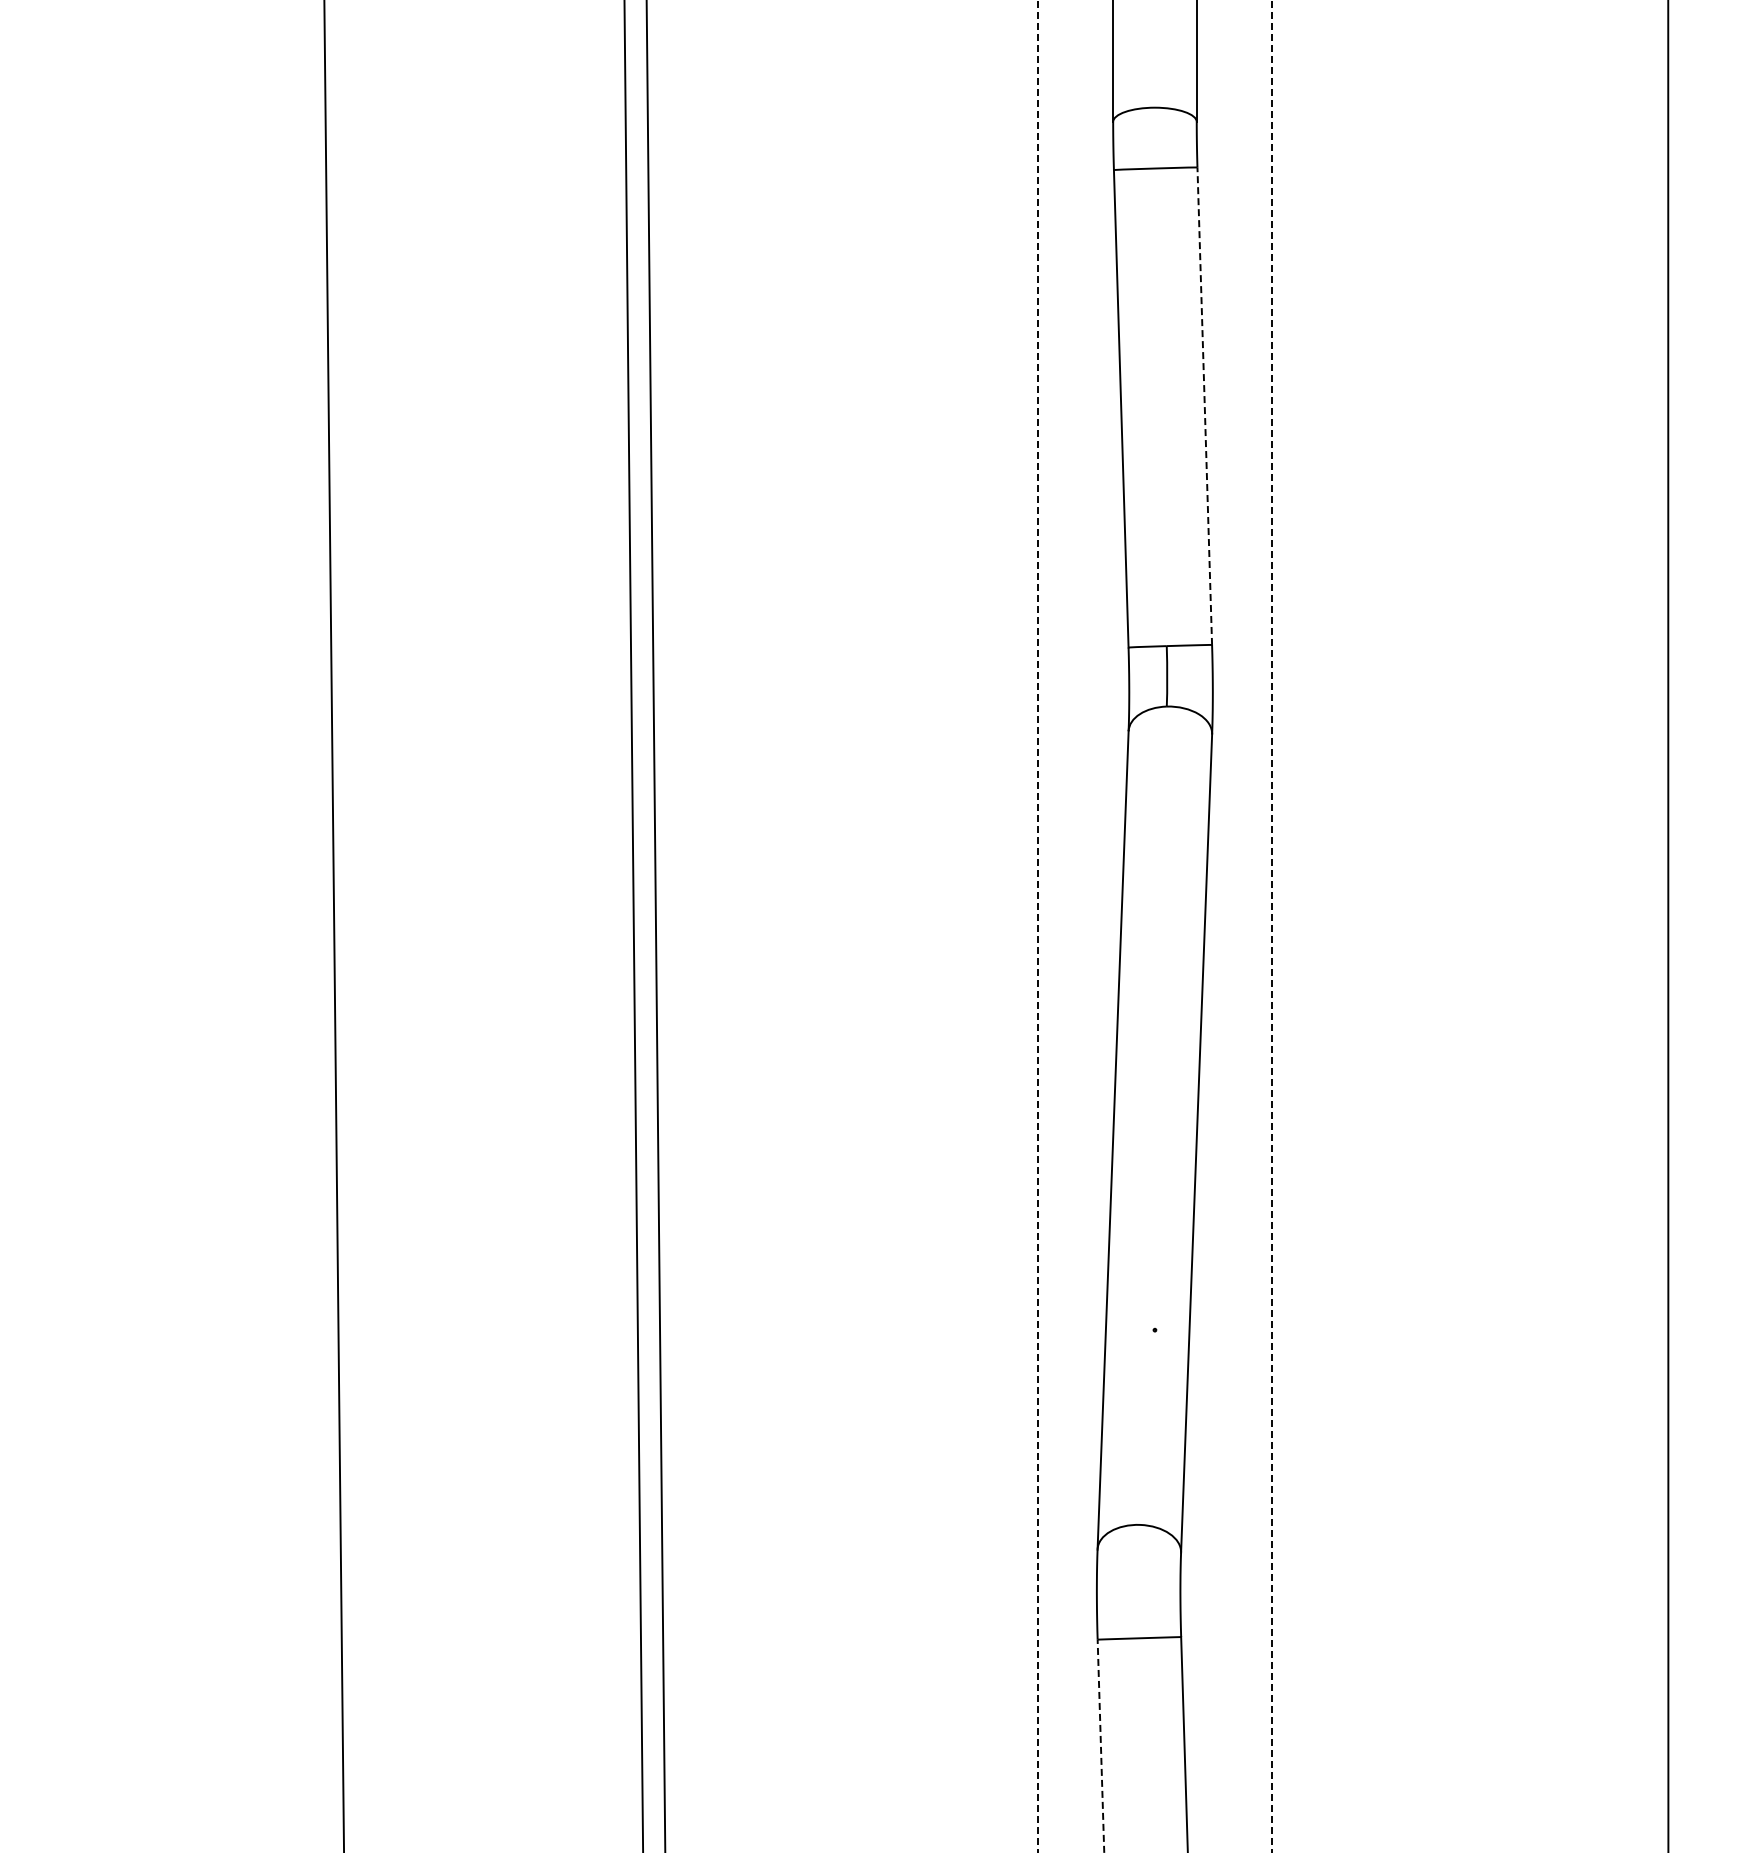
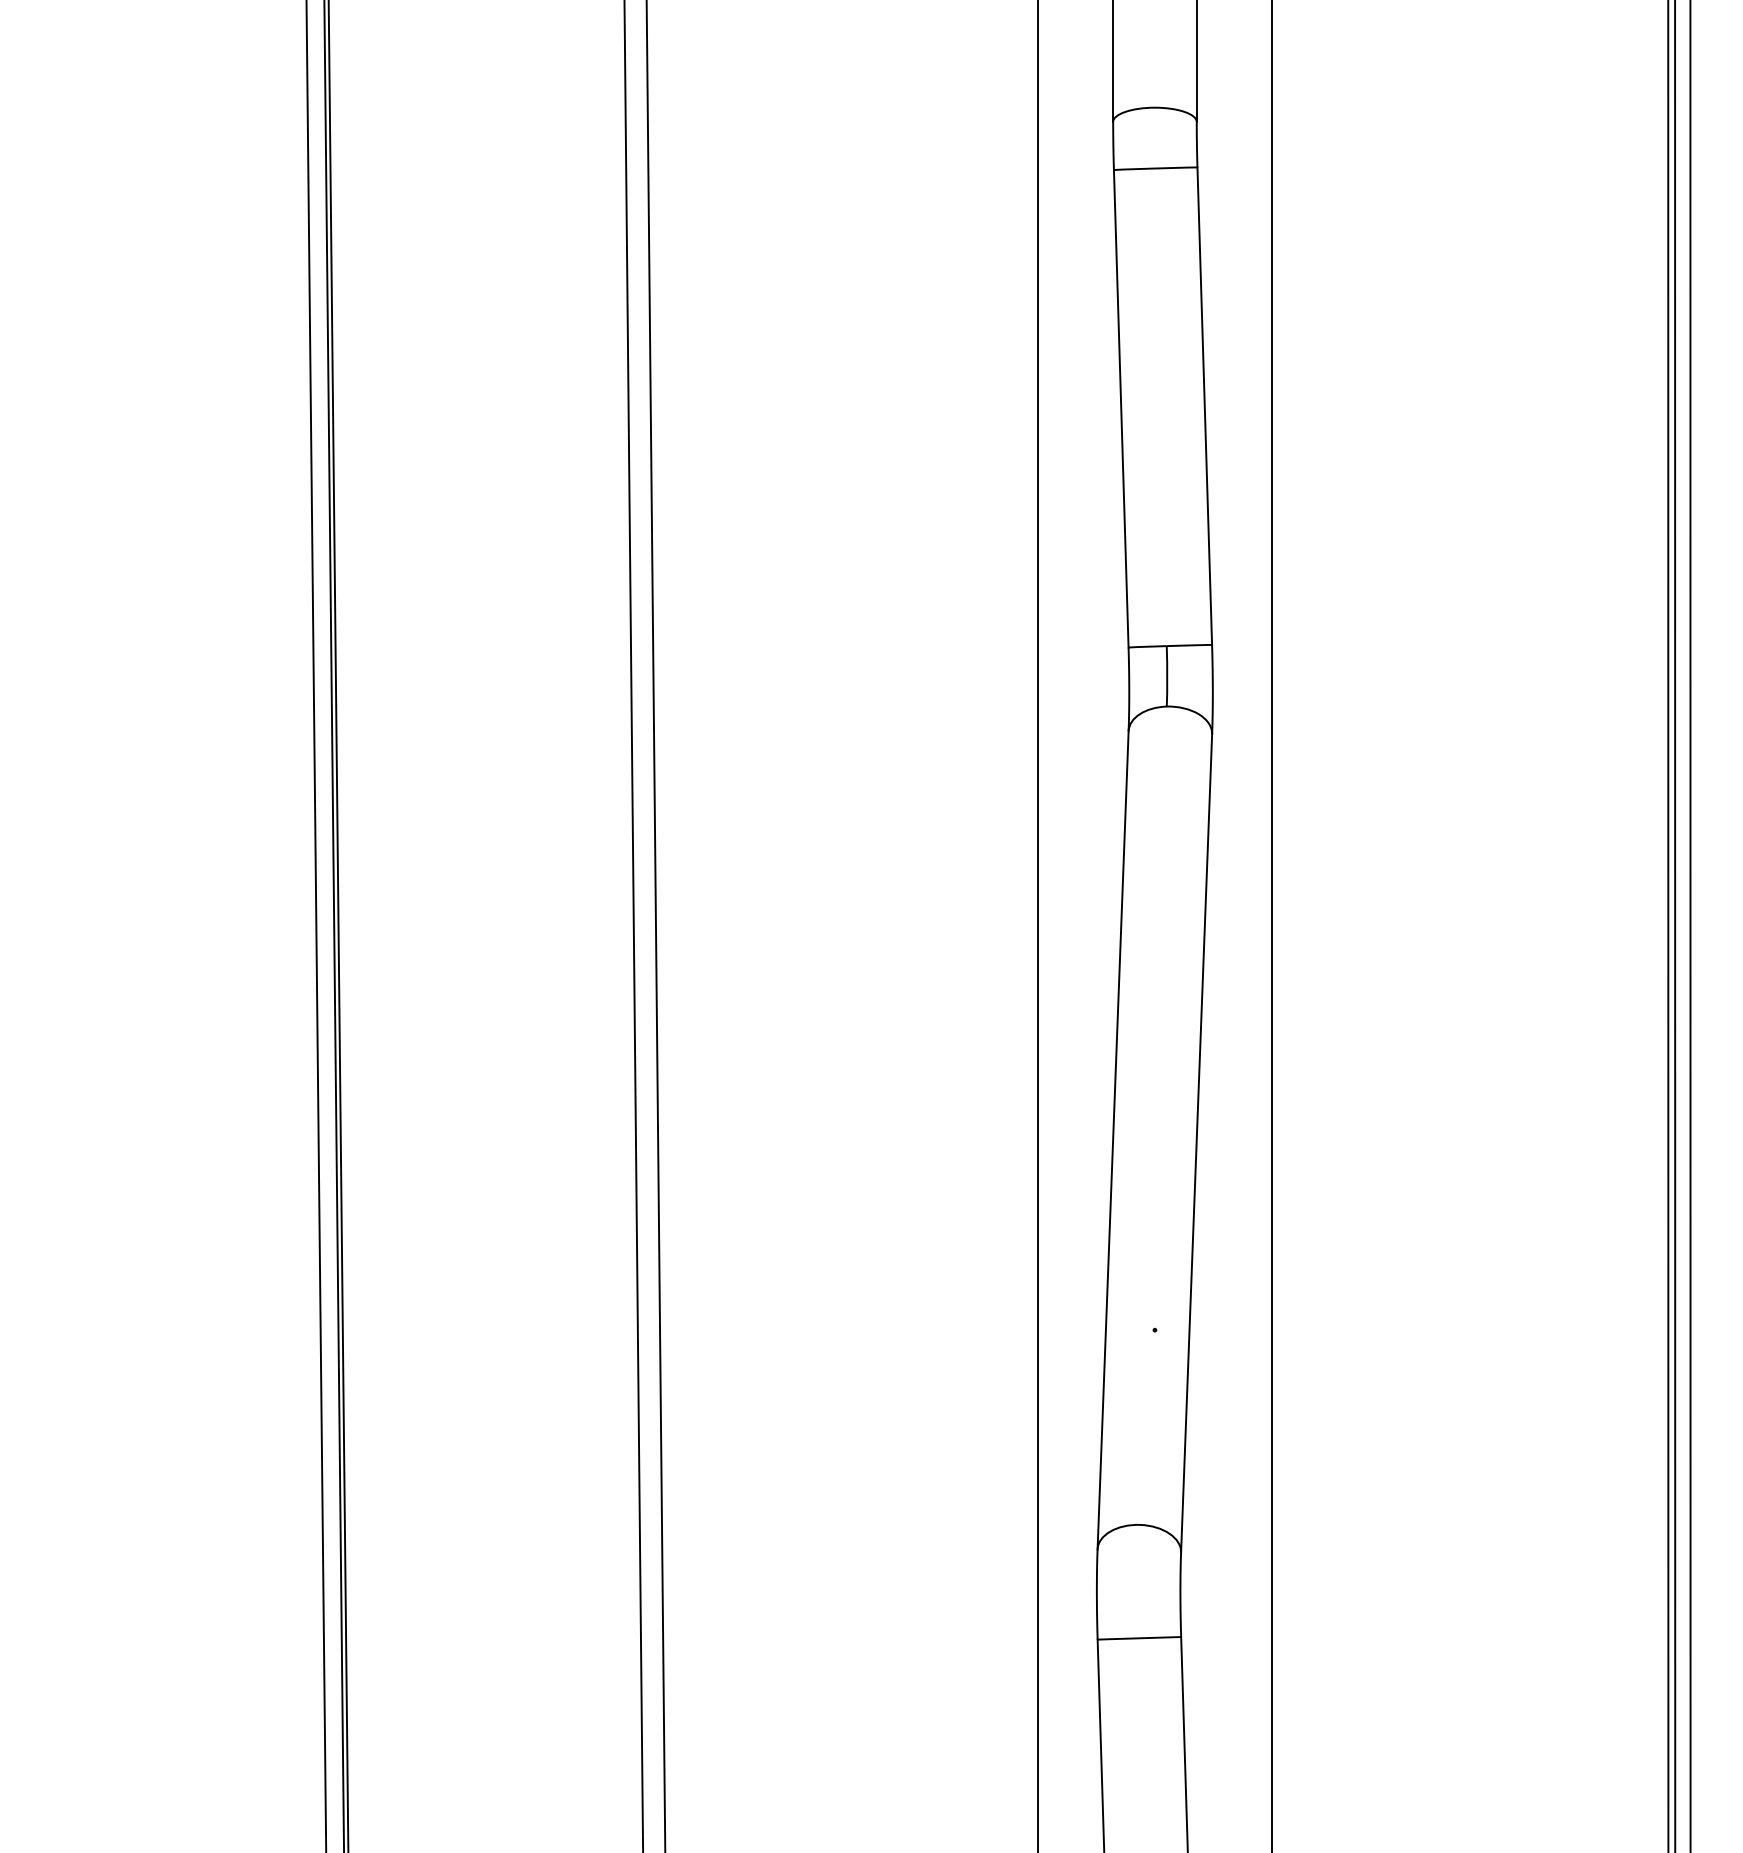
line at (1204, 406): dashed -> solid
line at (316, 925): none -> present
line at (338, 925): none -> present
line at (1675, 925): none -> present
line at (1690, 925): none -> present
line at (1038, 926): dashed -> solid
line at (1271, 926): dashed -> solid
line at (1100, 1745): dashed -> solid
